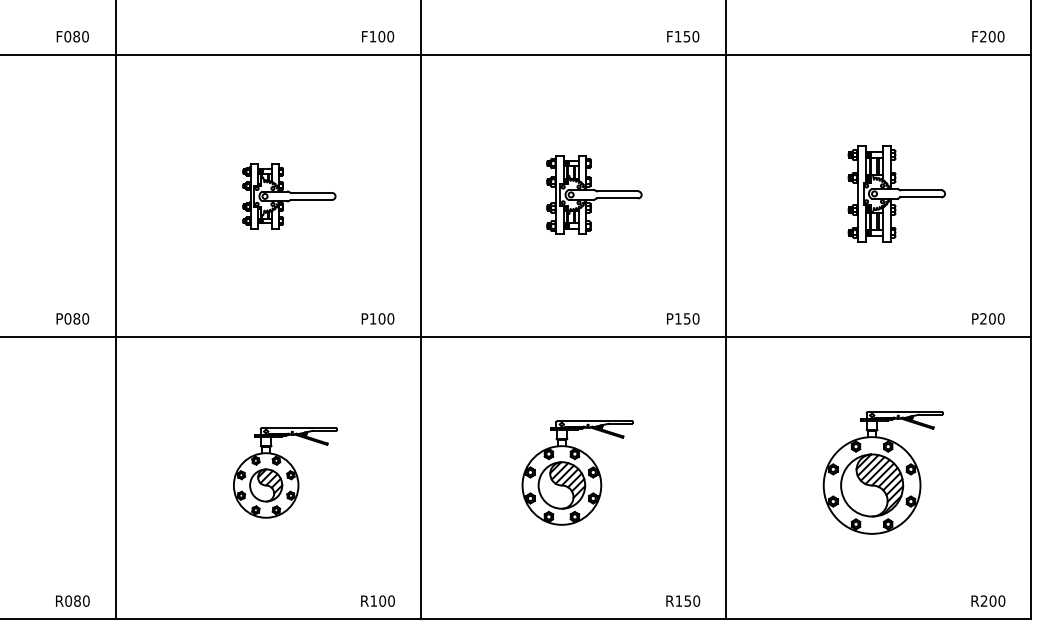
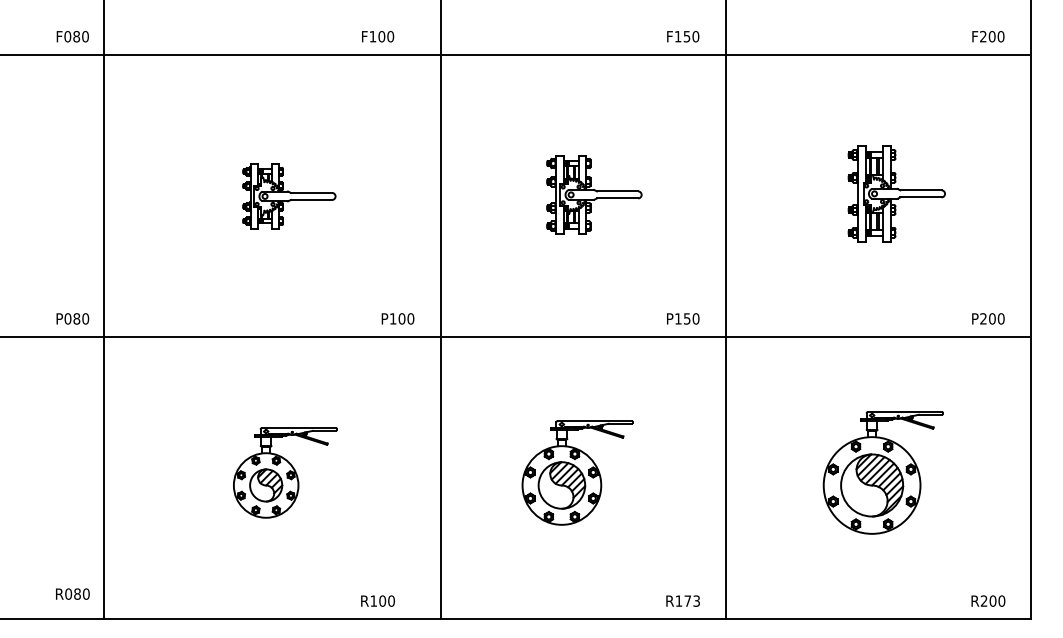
line at (115, 310) position: (115, 310) -> (103, 310)
line at (420, 310) position: (420, 310) -> (440, 310)
text at (377, 318) position: (377, 318) -> (397, 318)
text at (72, 600) position: (72, 600) -> (72, 593)
text at (692, 600): R150 -> R173
